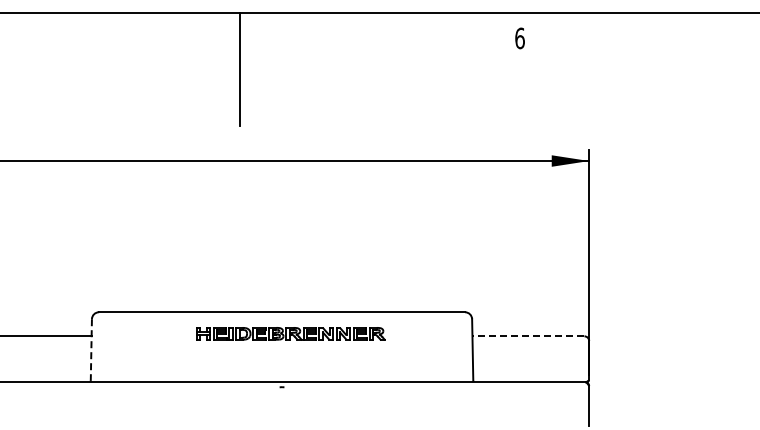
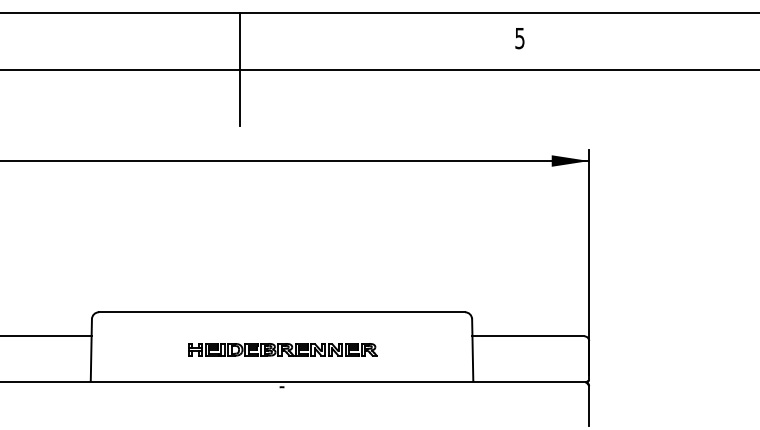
text at (519, 38): 6 -> 5
line at (379, 69): none -> present
part at (290, 333) position: (290, 333) -> (282, 349)
line at (527, 336): dashed -> solid
line at (91, 350): dashed -> solid
